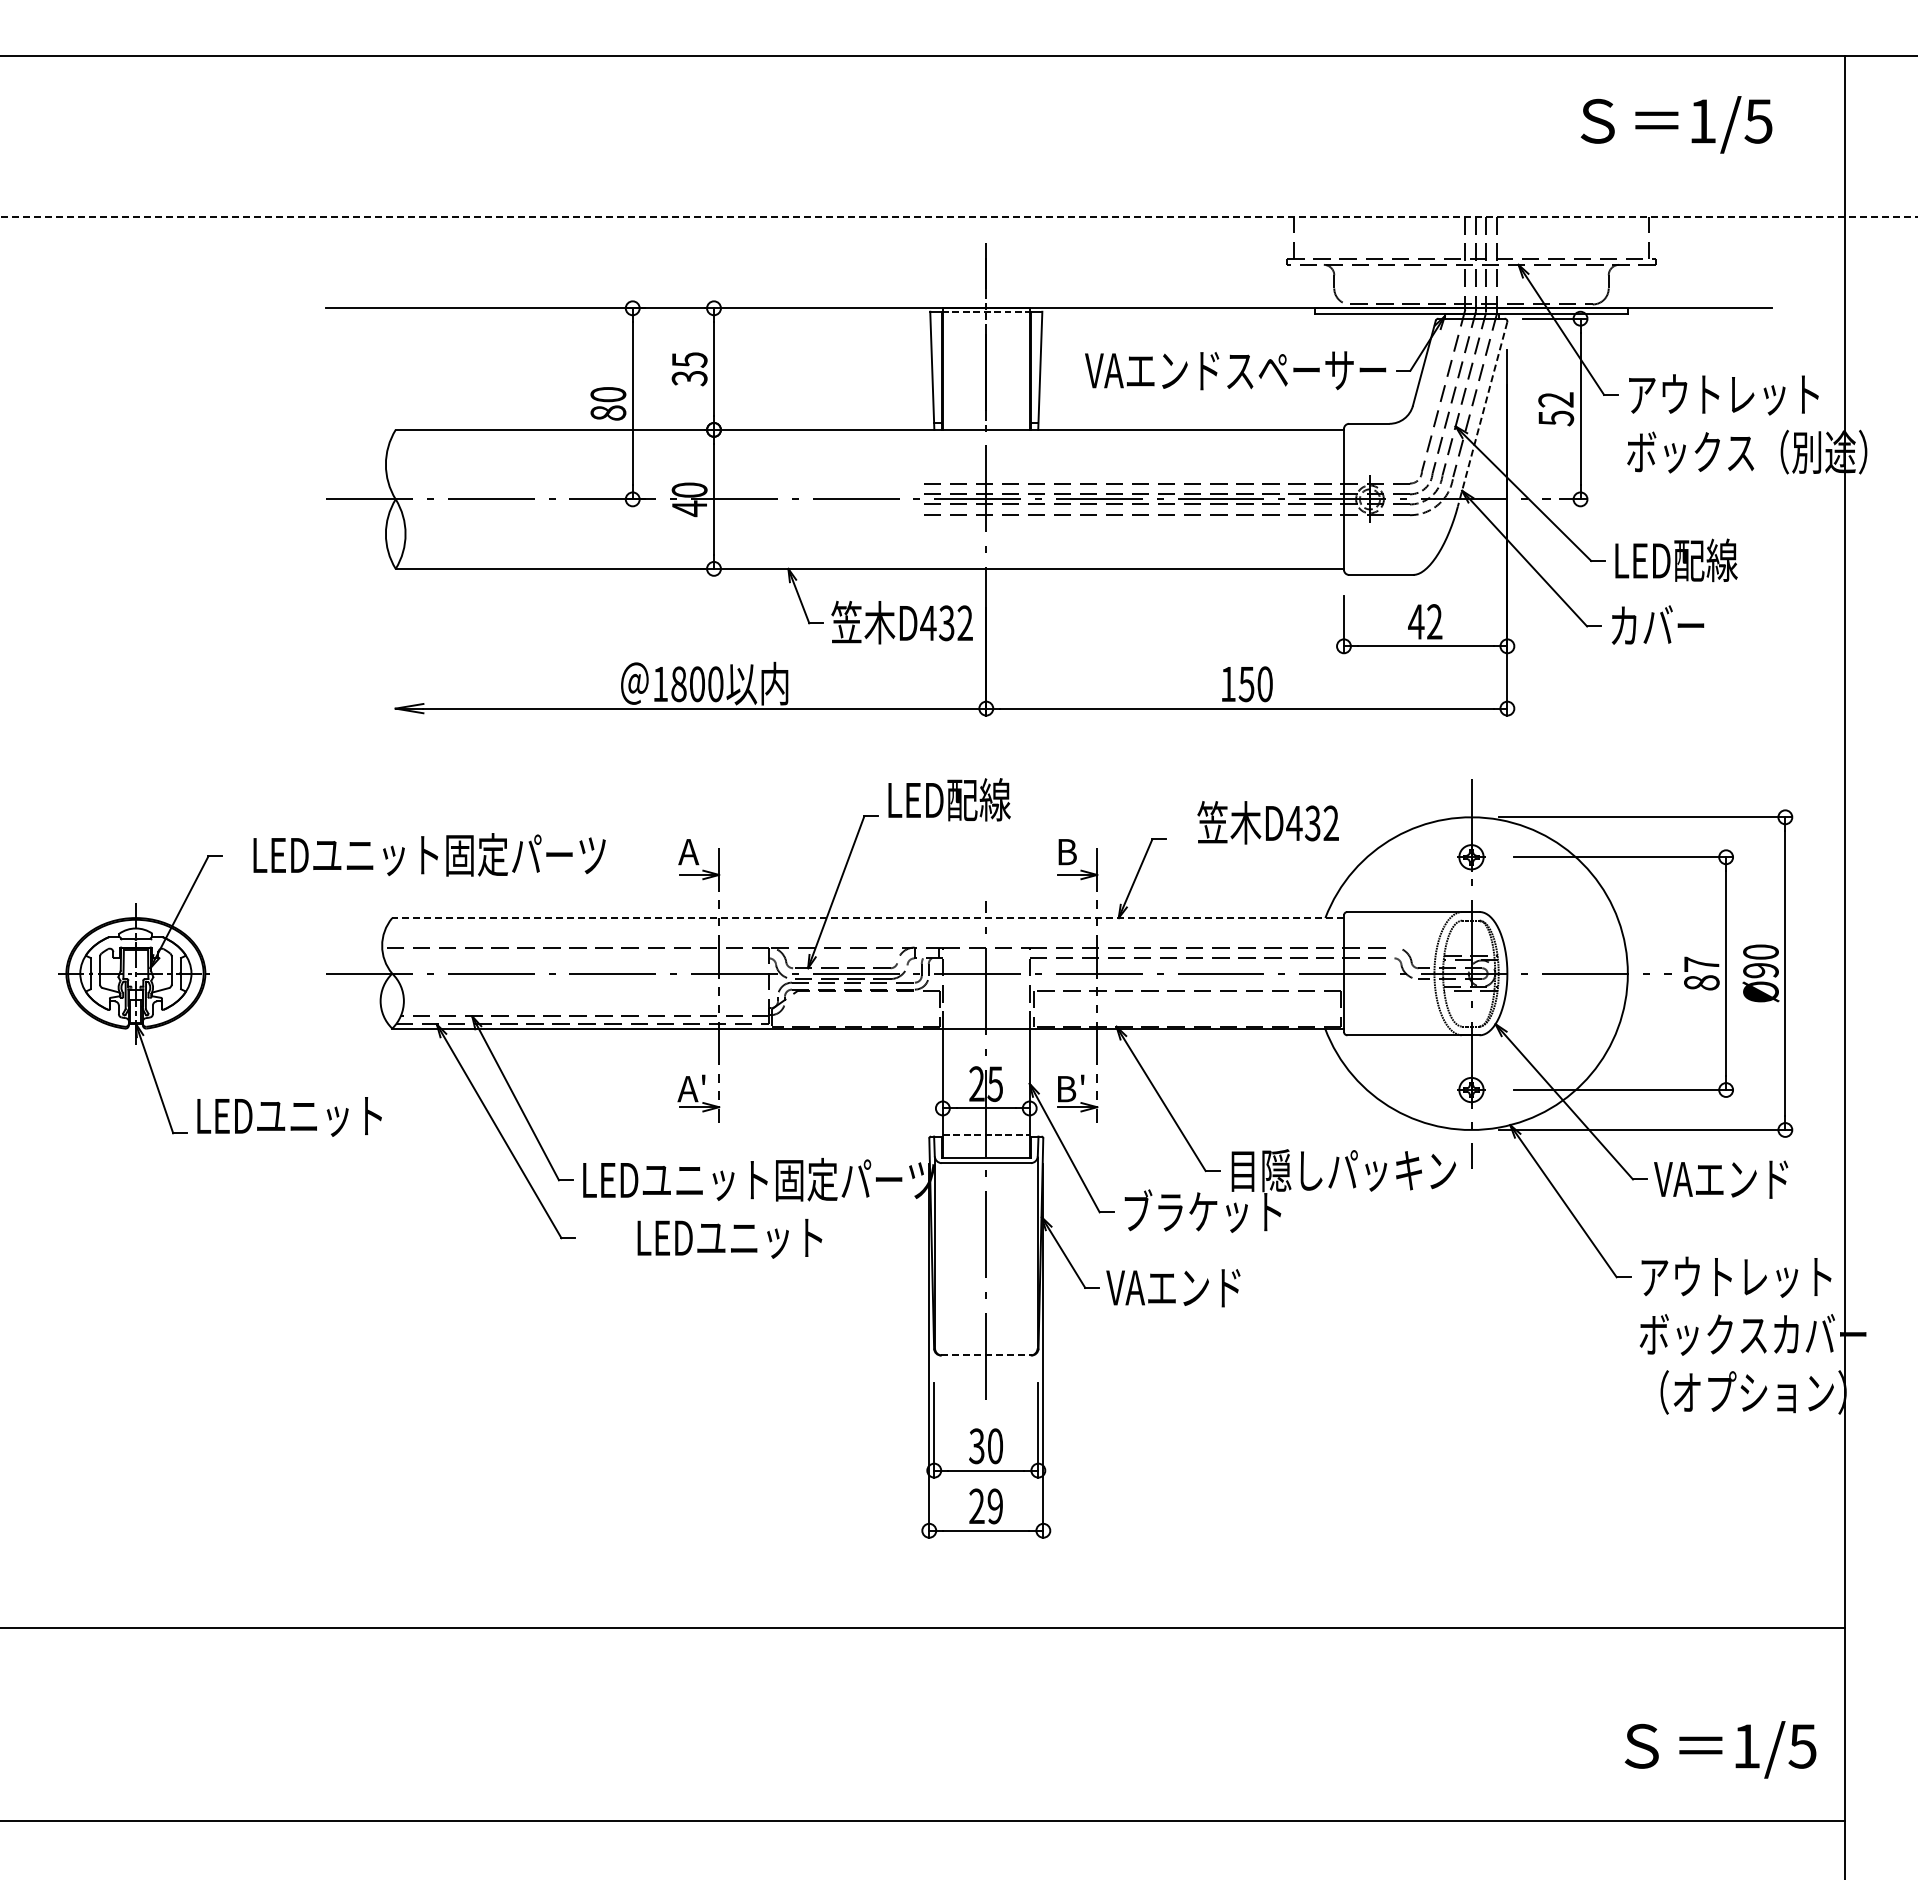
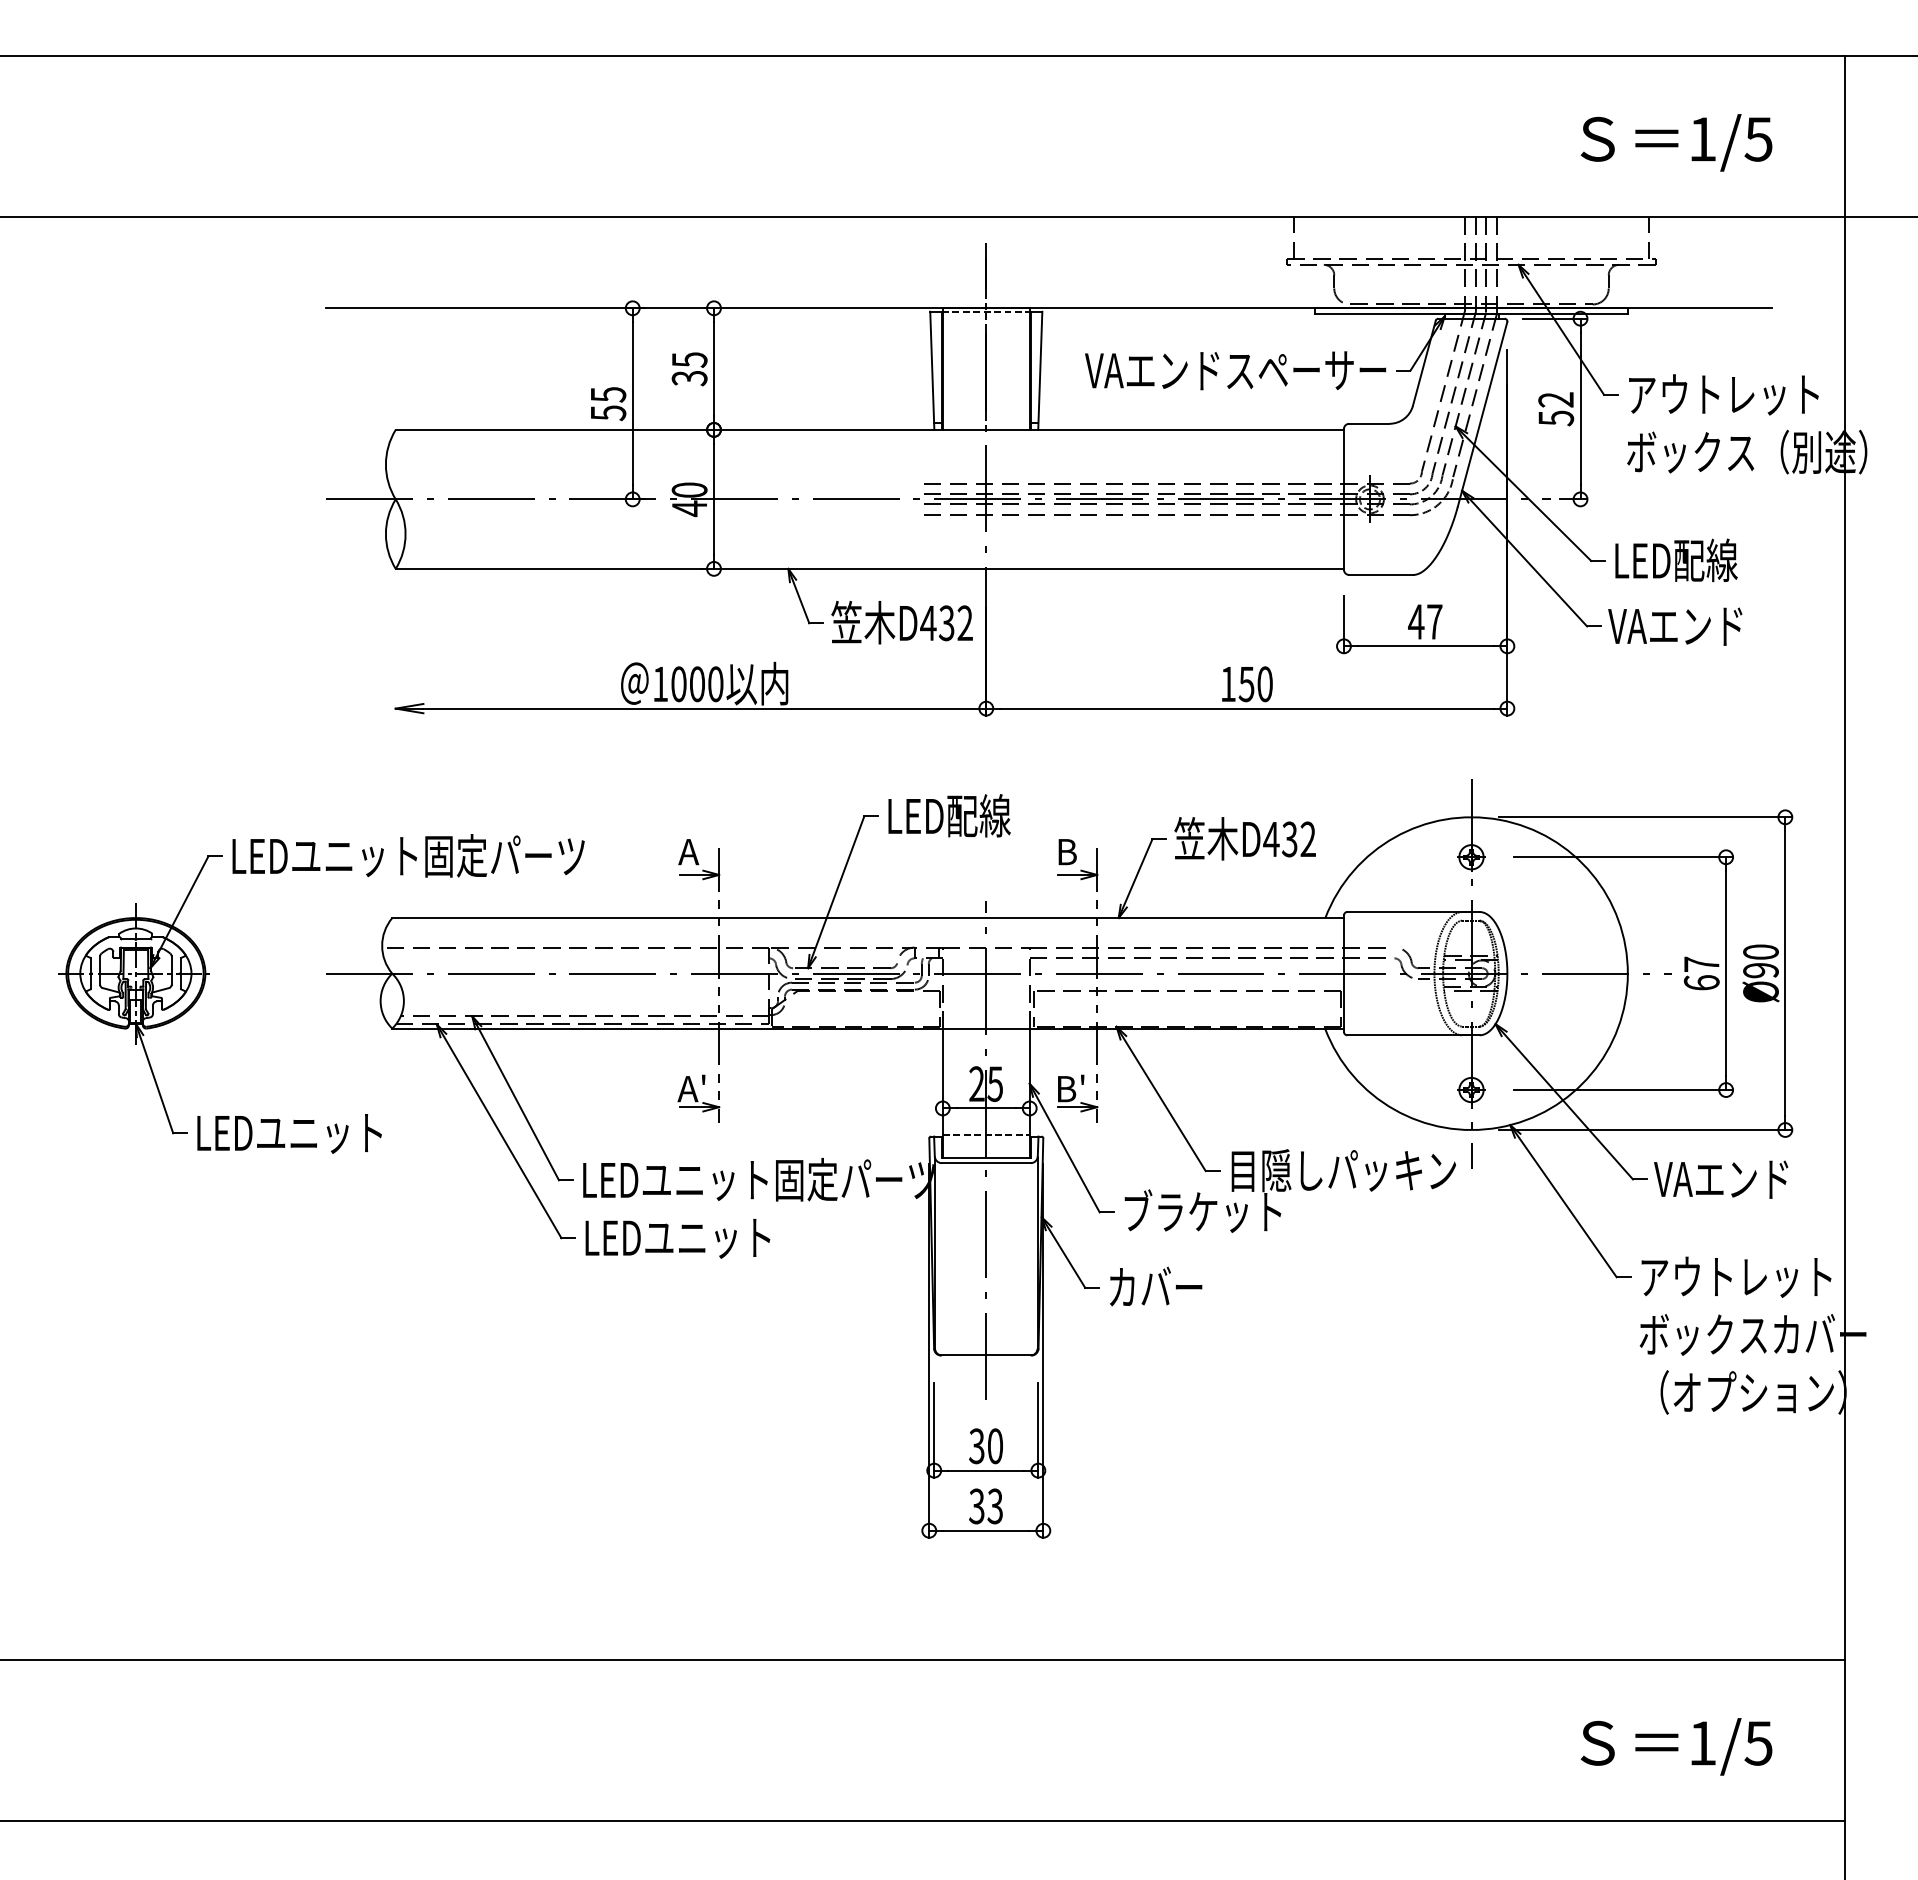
text at (1676, 124) position: (1676, 124) -> (1676, 142)
line at (959, 217): dashed -> solid
text at (608, 404): 80 -> 55
line at (1482, 414): dashed -> solid
text at (1434, 621): 42 -> 47
text at (1675, 625): カバー -> VAエンド
text at (678, 684): 1800 -> 1000
text at (949, 799) position: (949, 799) -> (949, 815)
text at (1267, 822) position: (1267, 822) -> (1244, 838)
text at (429, 854) position: (429, 854) -> (408, 855)
line at (868, 918): dashed -> solid
text at (1701, 982): 87 -> 67
text at (289, 1116) position: (289, 1116) -> (289, 1133)
text at (729, 1238) position: (729, 1238) -> (677, 1238)
text at (1173, 1286): VAエンド -> カバー
line at (986, 1355): dashed -> solid
text at (985, 1506): 29 -> 33
line at (923, 1628) position: (923, 1628) -> (923, 1660)
text at (1720, 1749) position: (1720, 1749) -> (1676, 1746)
